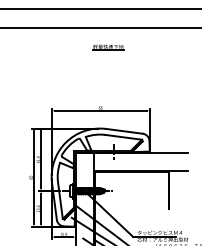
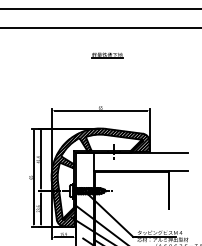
part at (108, 47) position: (108, 47) -> (107, 55)
hatch at (100, 177): none -> present
